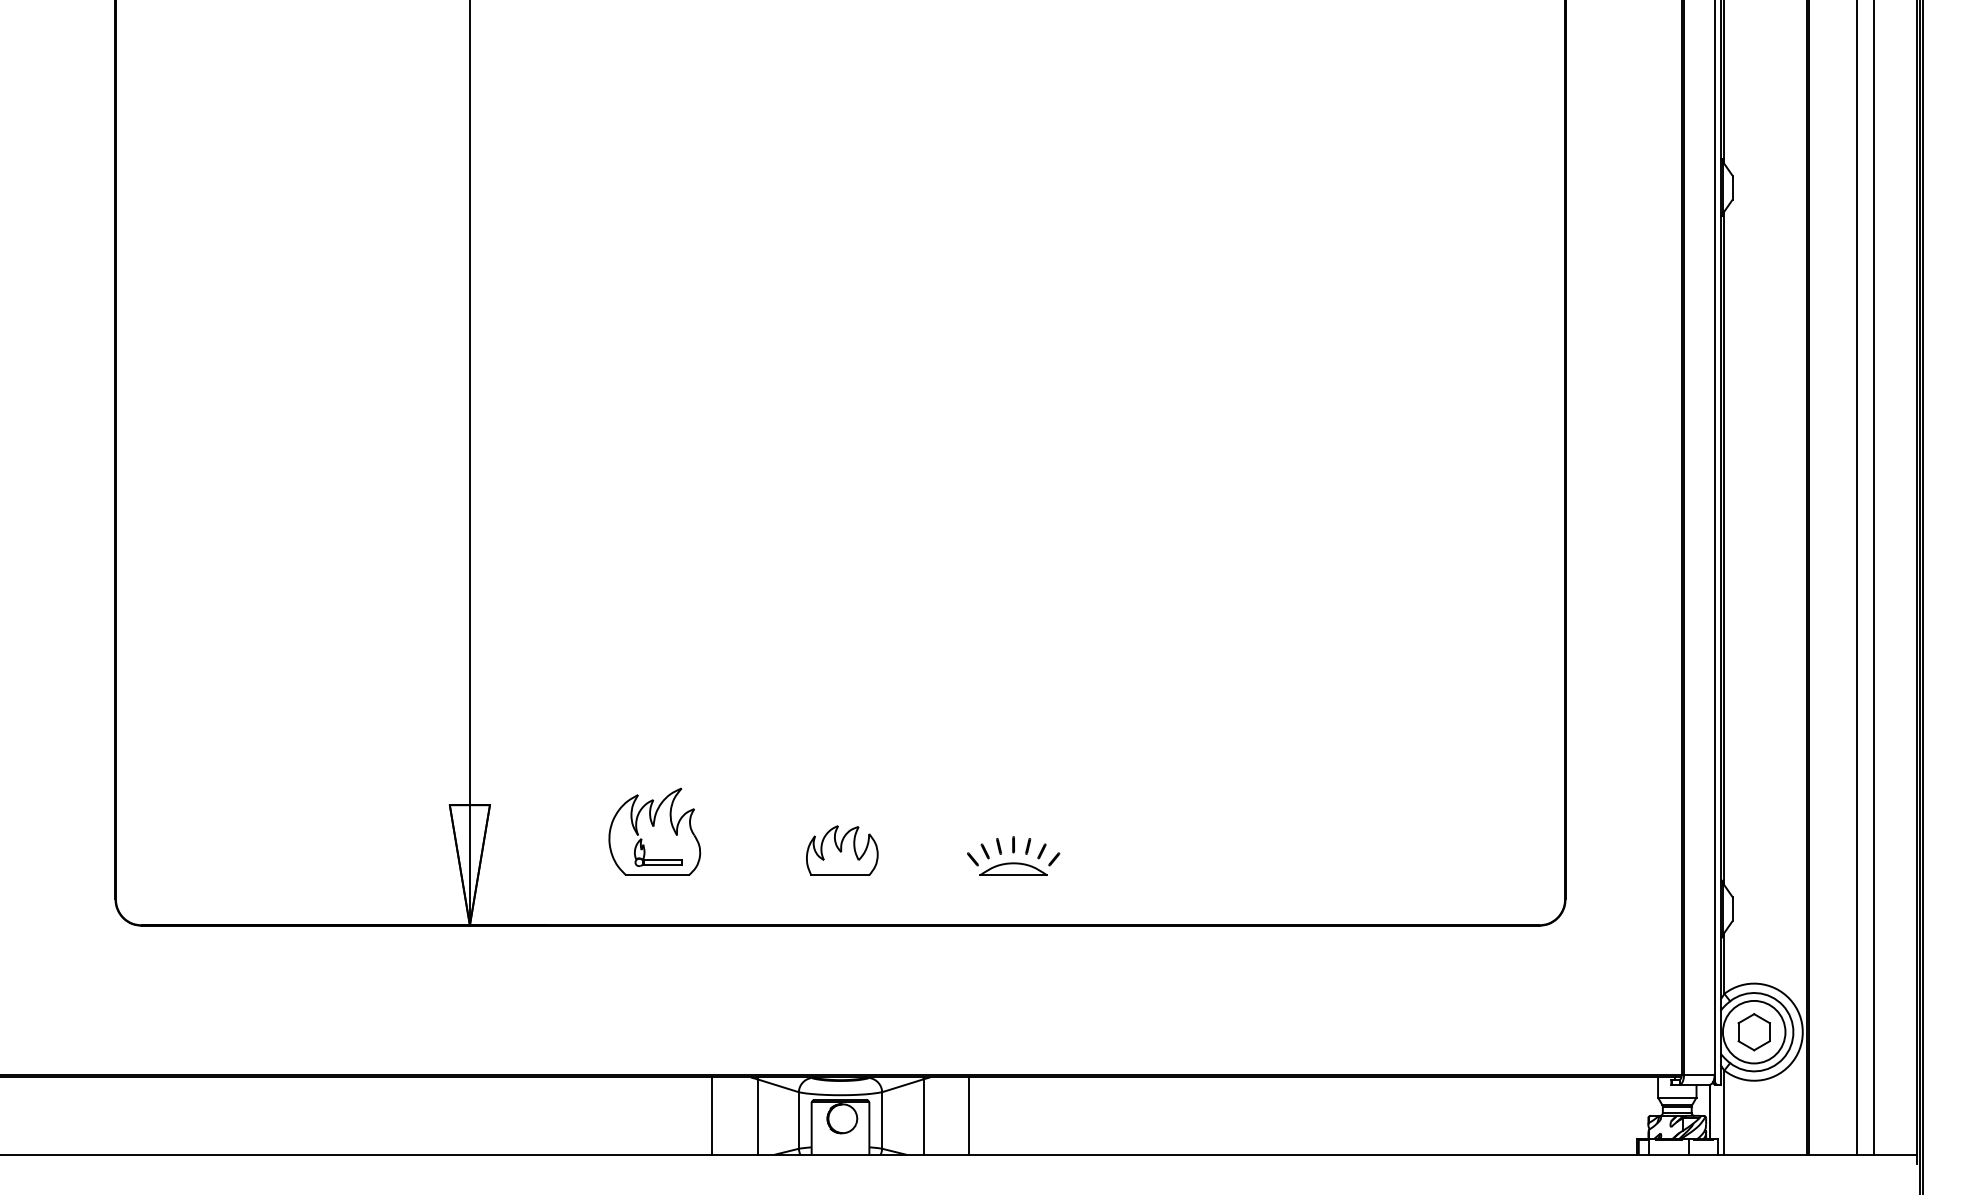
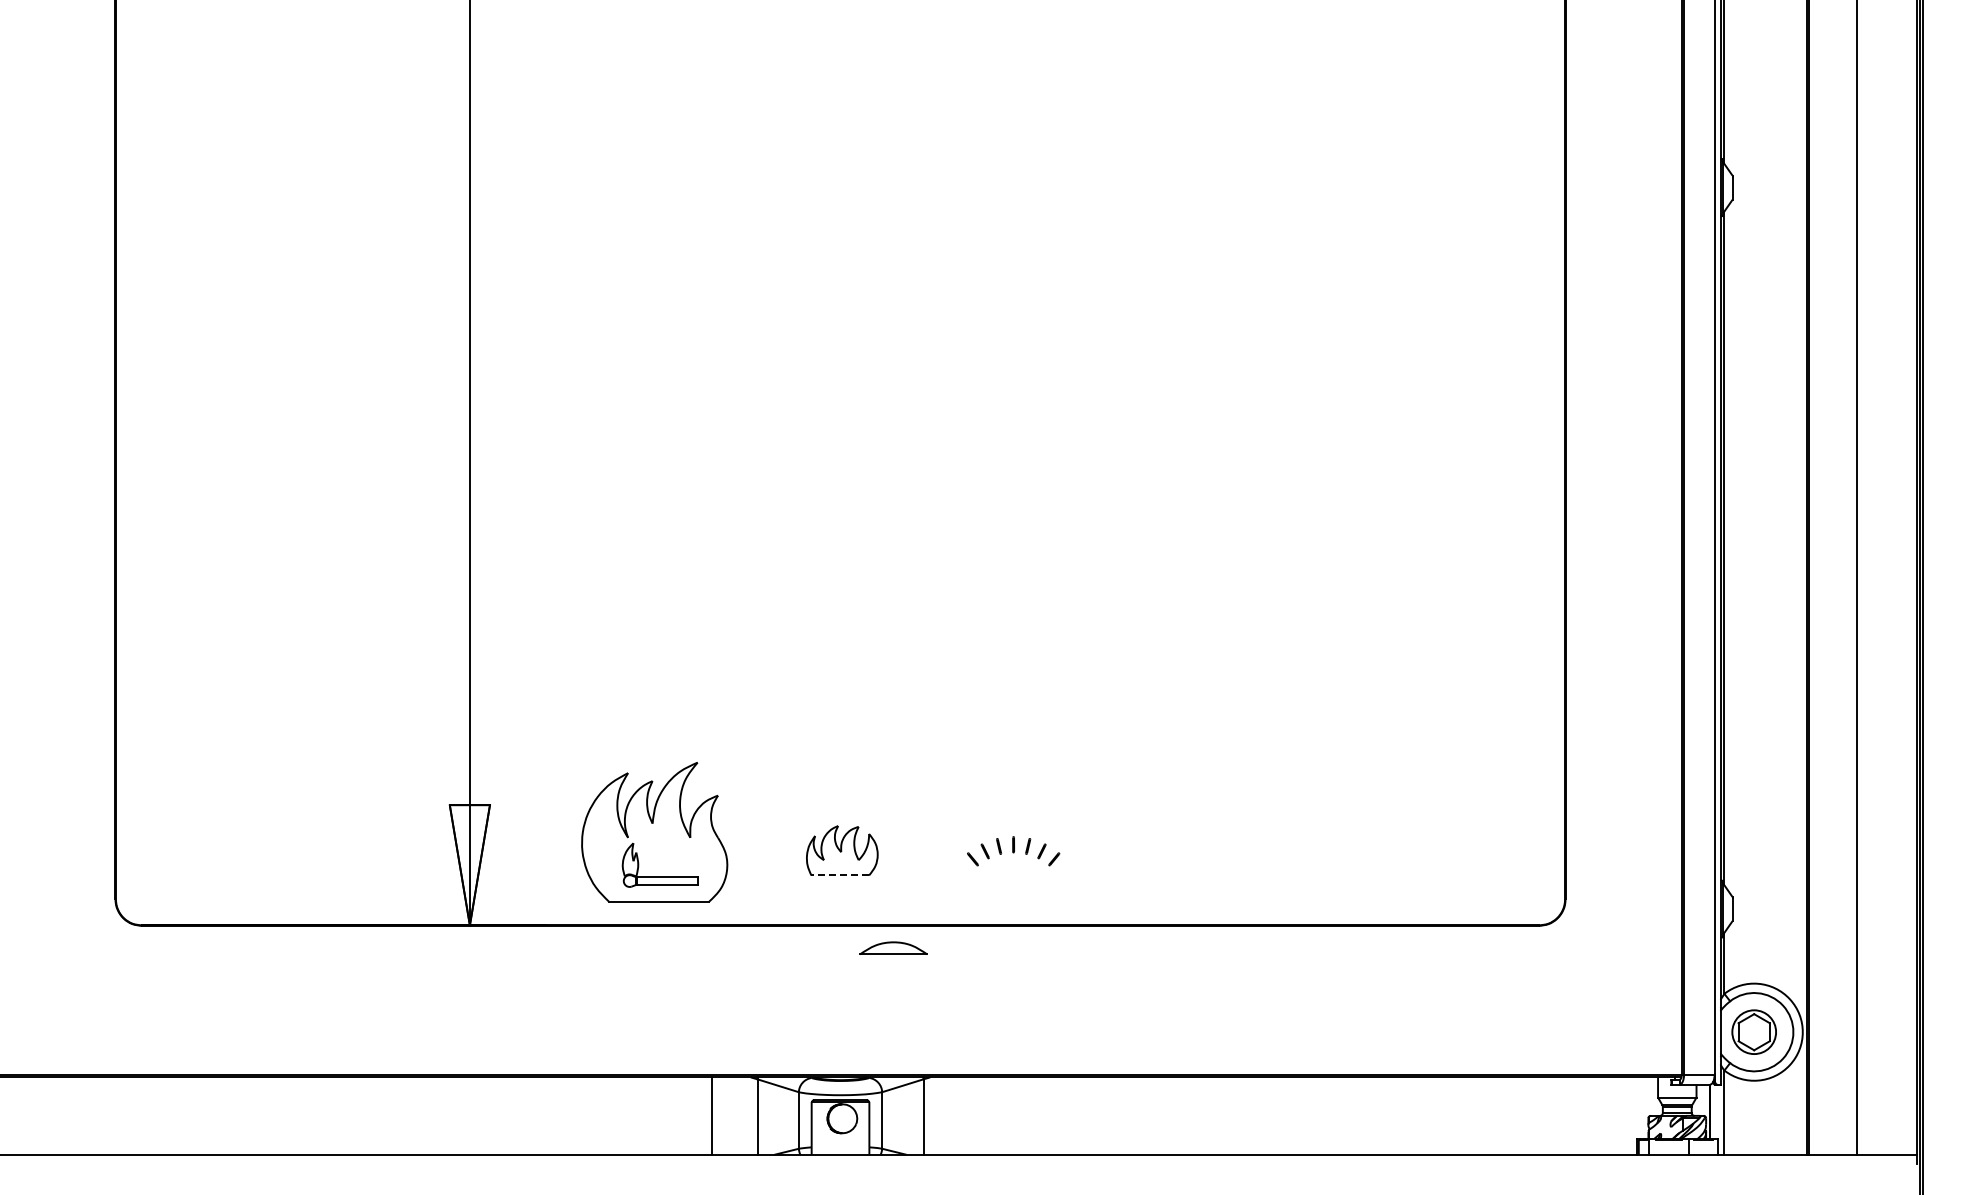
line at (1874, 578): present -> none
part at (654, 831) size: 94x89 px -> 148x141 px
part at (1013, 868) position: (1013, 868) -> (893, 947)
line at (840, 875): solid -> dashed
circle at (1753, 1031) diameter: 63 px -> 44 px
line at (969, 1115): present -> none
